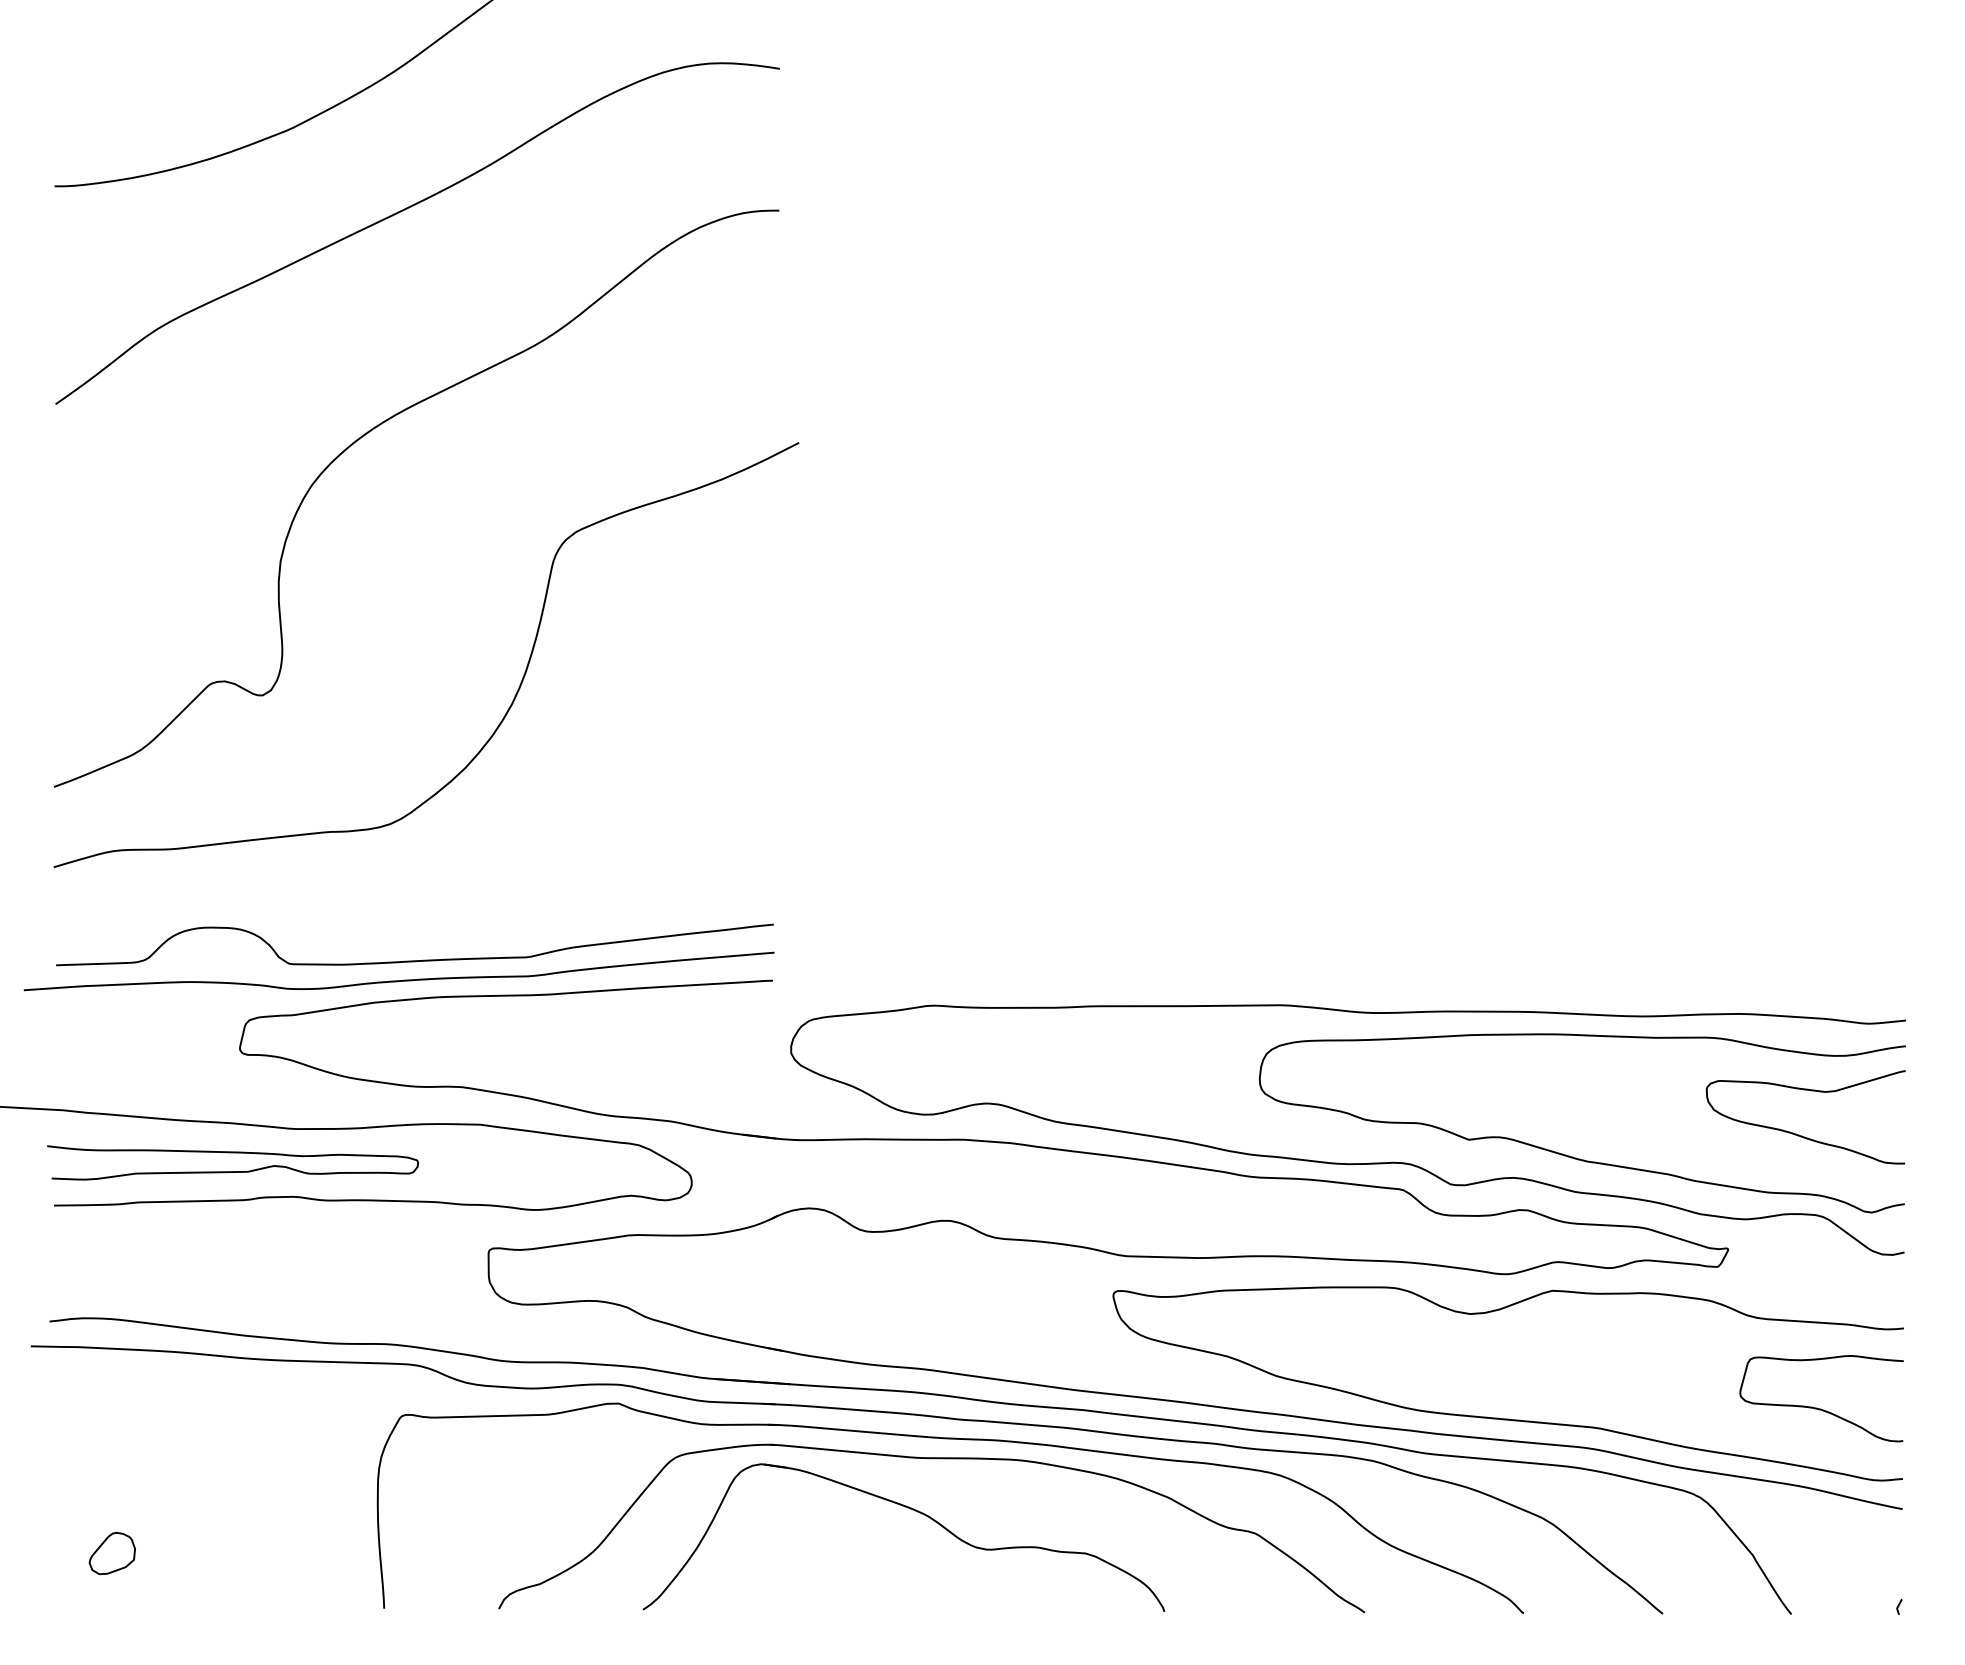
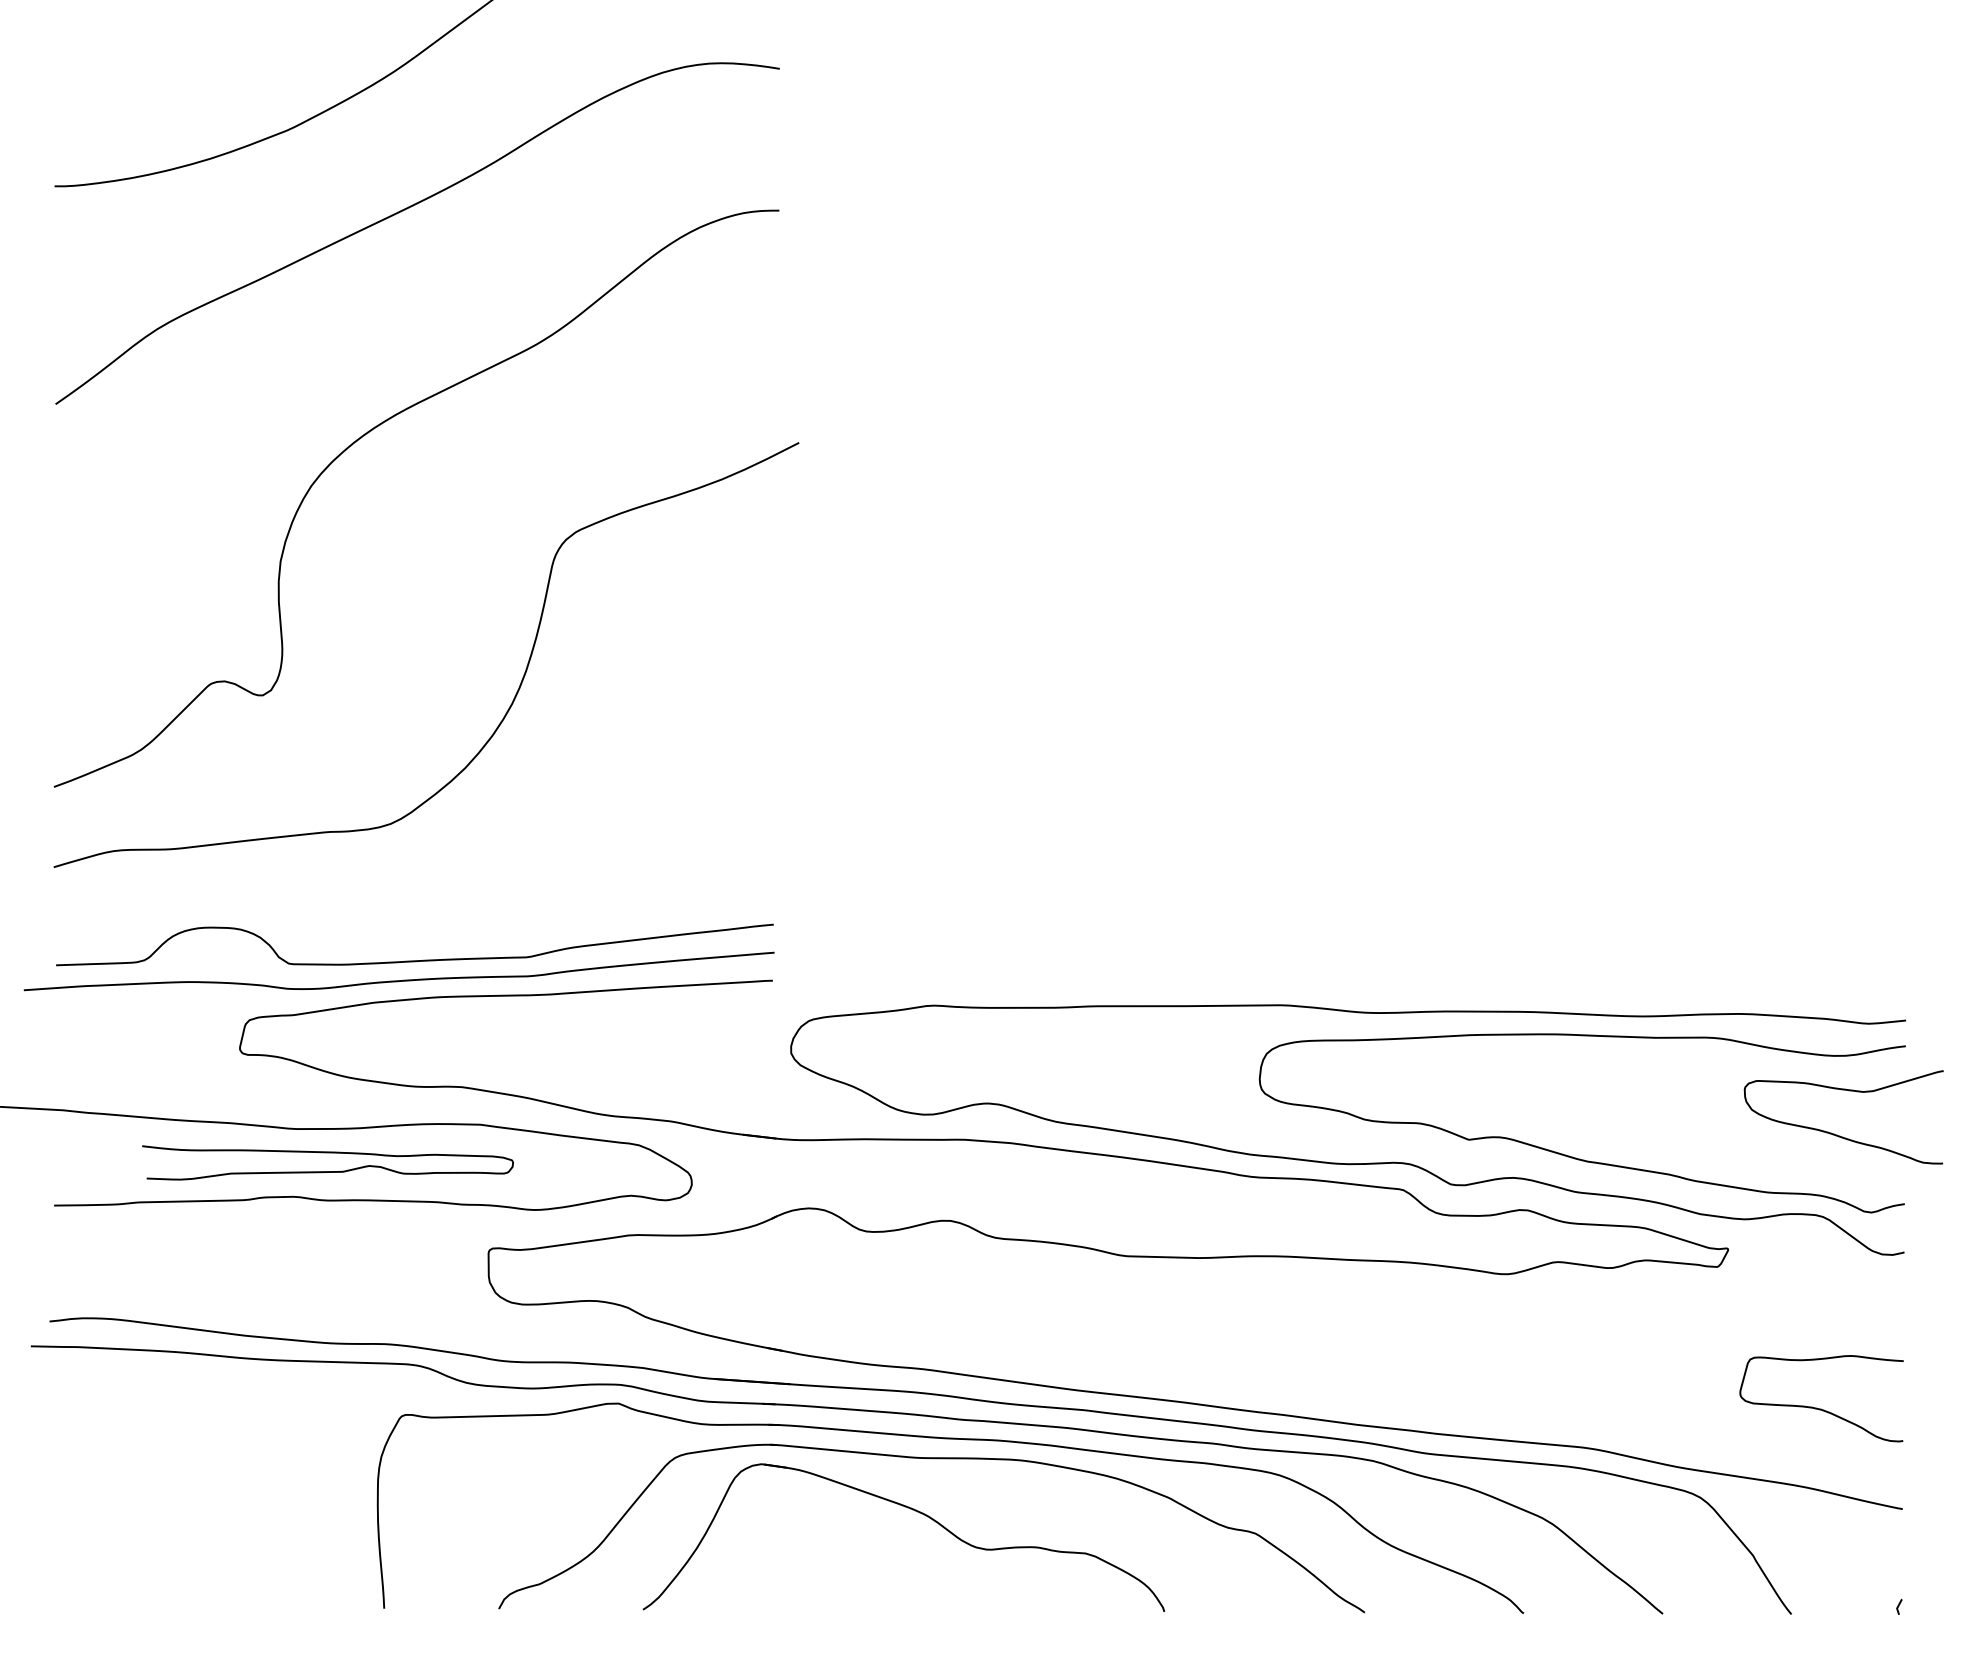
curve at (1799, 1134) position: (1799, 1134) -> (1837, 1134)
part at (232, 1153) position: (232, 1153) -> (327, 1153)
curve at (1507, 1418): present -> none
part at (111, 1553): present -> none
